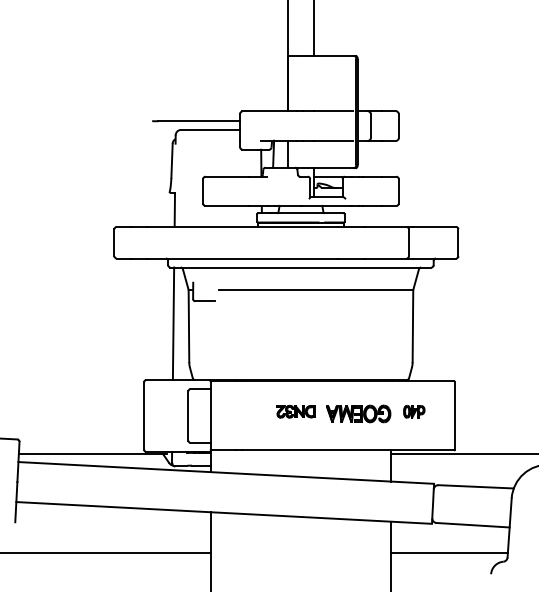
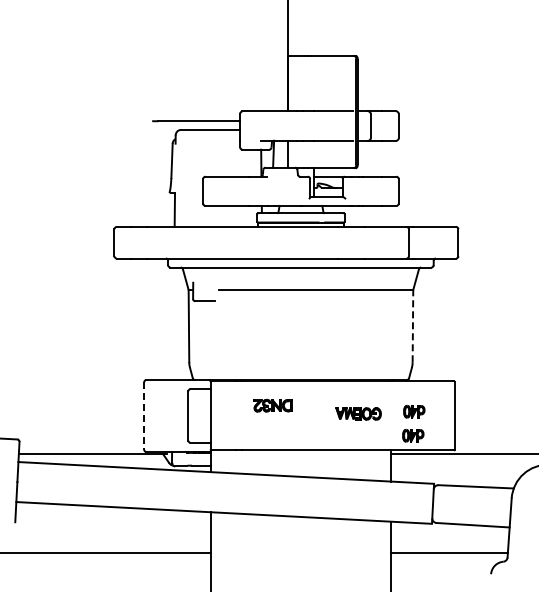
line at (313, 28): present -> none
line at (173, 323): present -> none
line at (412, 325): solid -> dashed
part at (295, 411) position: (295, 411) -> (272, 405)
part at (358, 413) size: 66x20 px -> 47x14 px
line at (144, 415): solid -> dashed
part at (413, 435): none -> present
